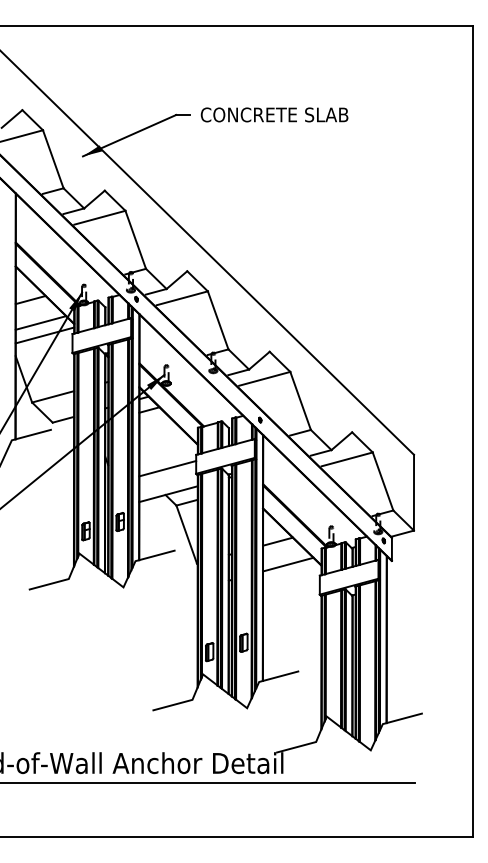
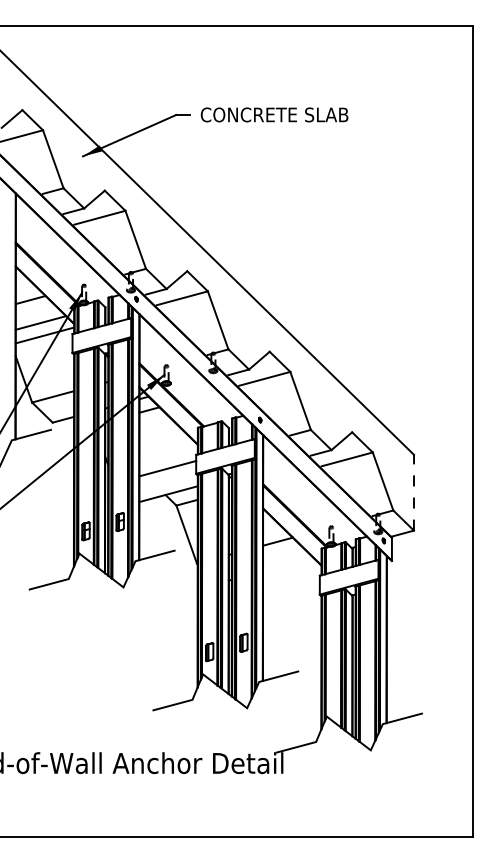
line at (413, 492): solid -> dashed
line at (288, 564): present -> none
line at (208, 782): present -> none
